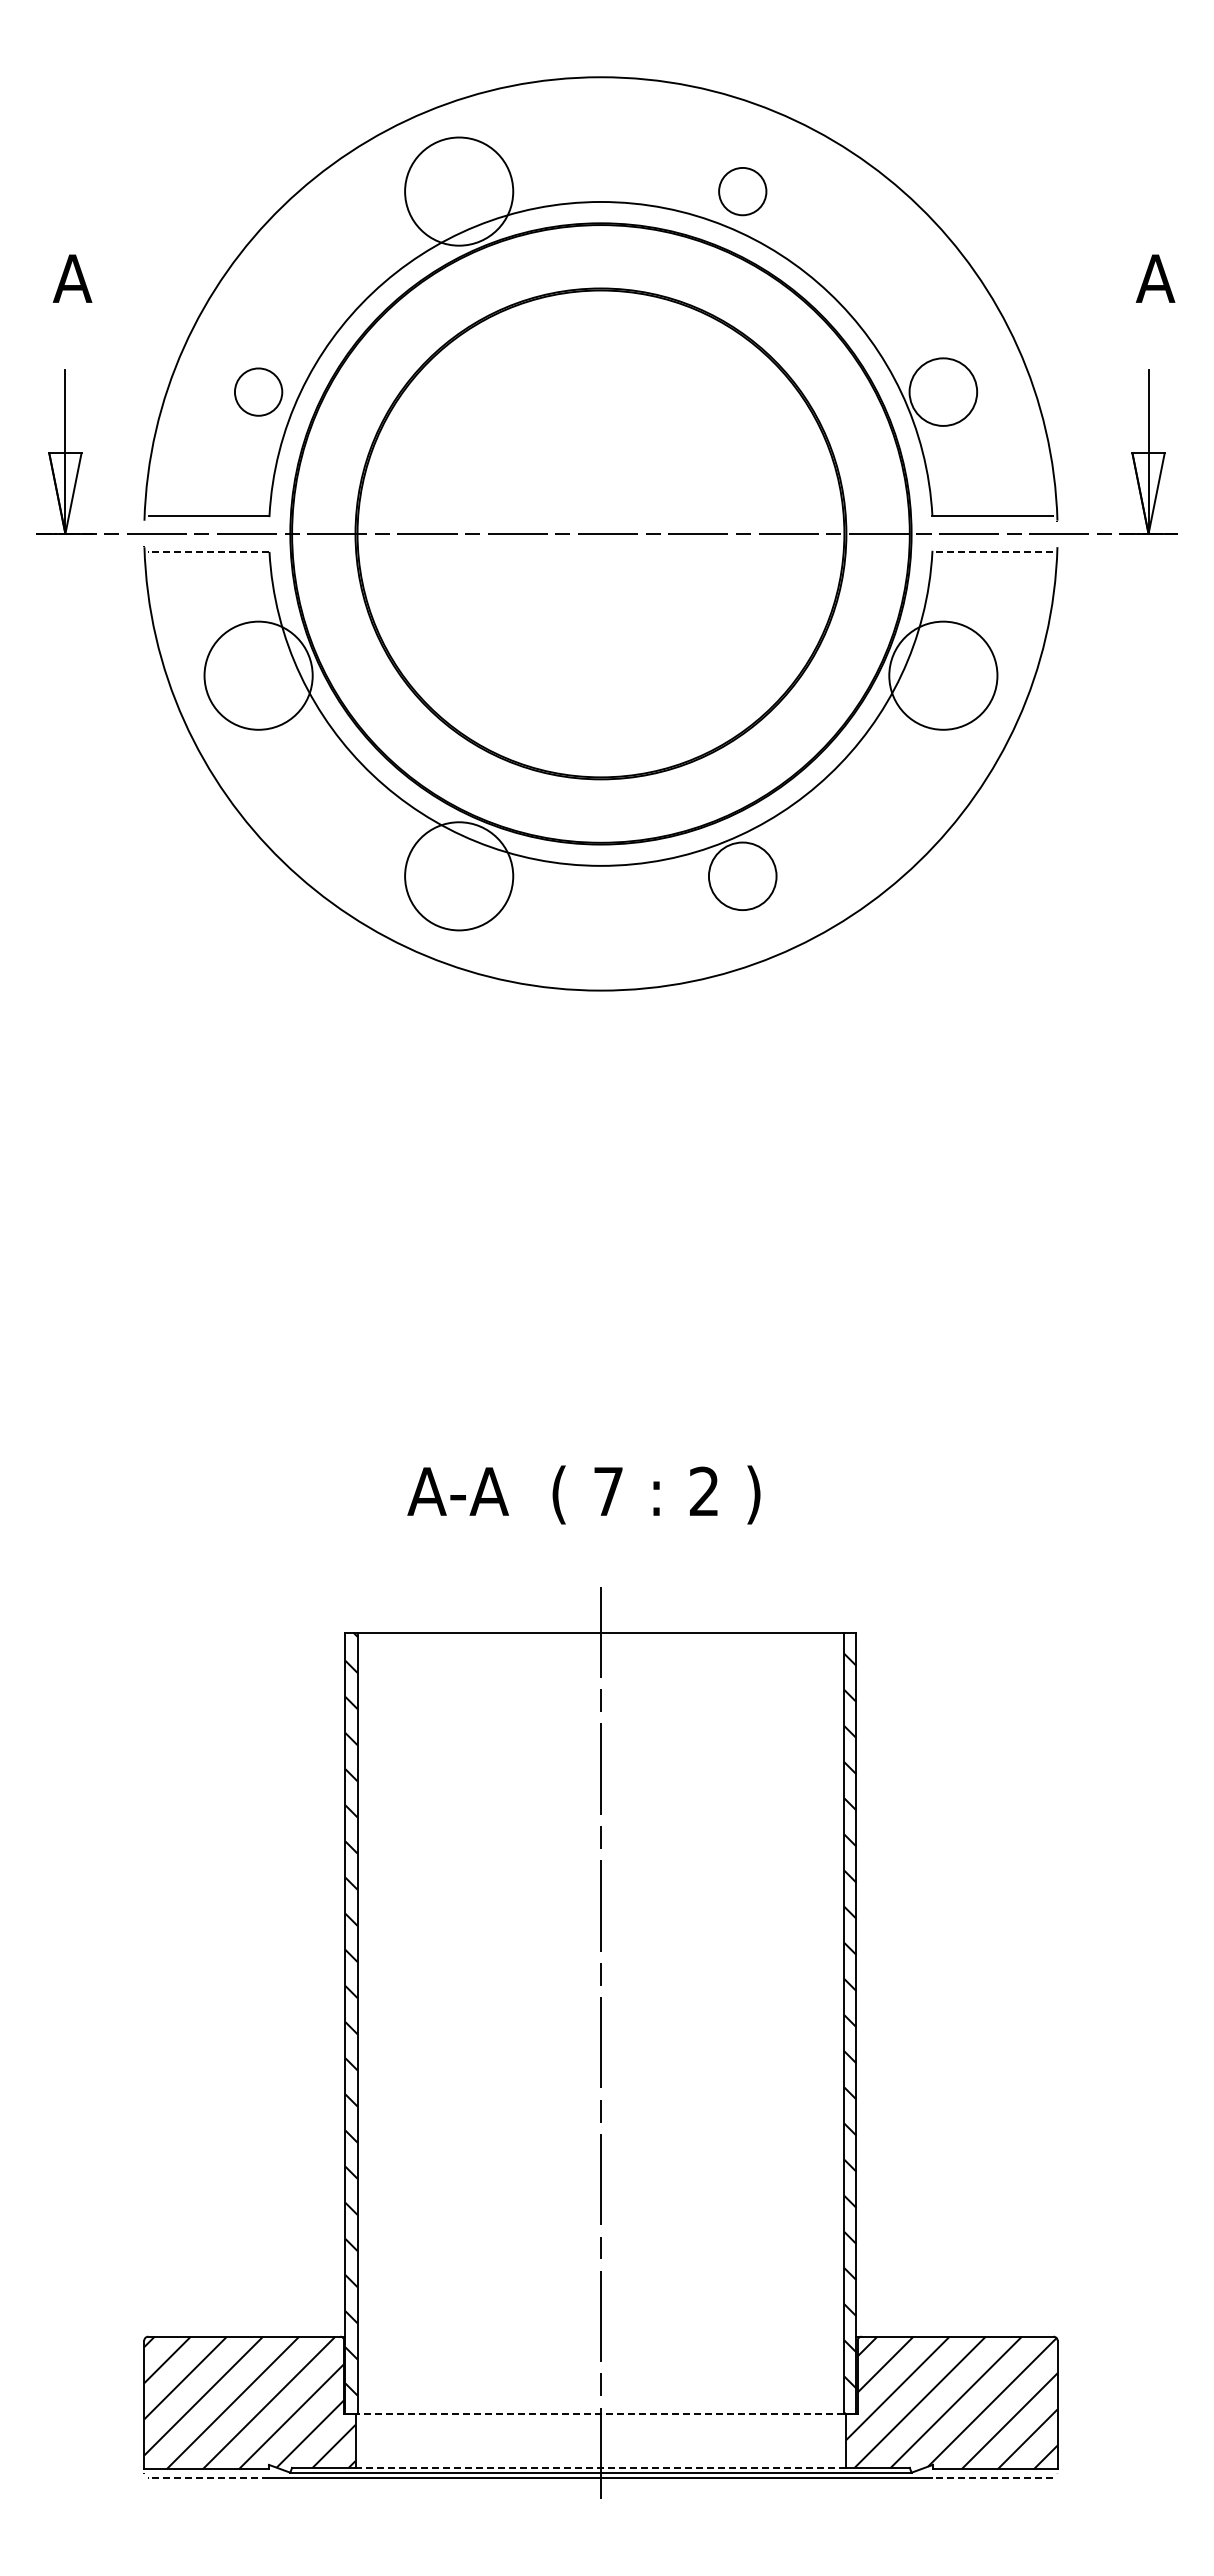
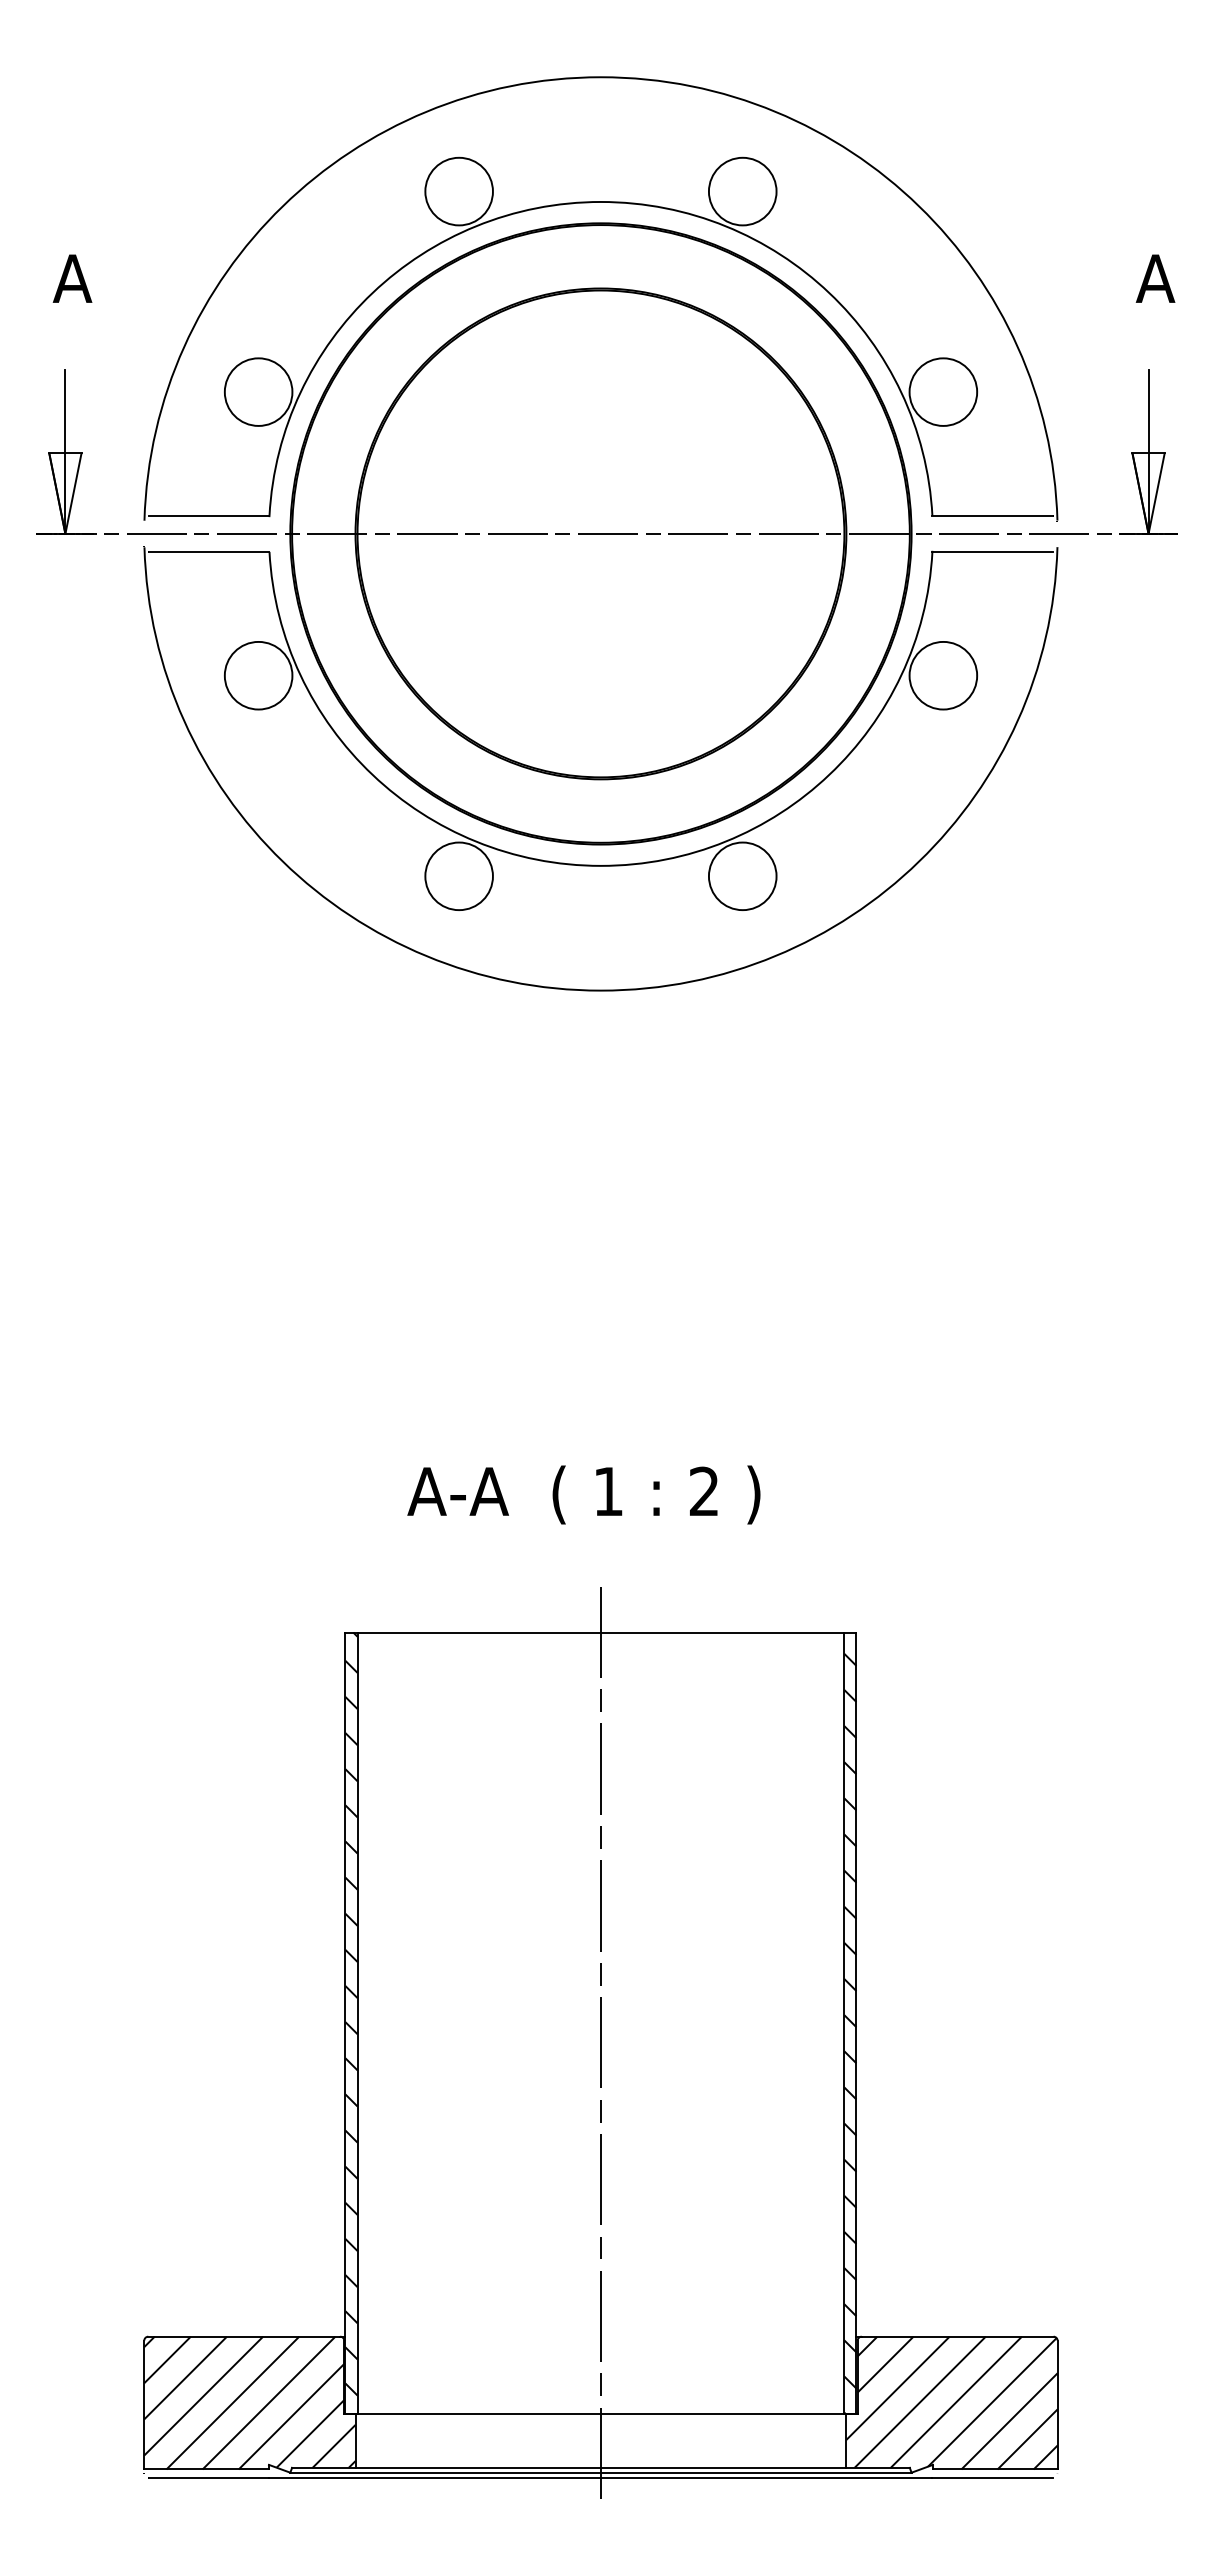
circle at (459, 191) diameter: 108 px -> 68 px
circle at (742, 191) diameter: 47 px -> 68 px
circle at (258, 391) diameter: 47 px -> 68 px
line at (208, 551): dashed -> solid
line at (992, 551): dashed -> solid
circle at (258, 675) diameter: 108 px -> 68 px
circle at (943, 675) diameter: 108 px -> 68 px
circle at (459, 876) diameter: 108 px -> 68 px
text at (608, 1491): 7 -> 1
line at (600, 2413): dashed -> solid
line at (600, 2467): dashed -> solid
line at (208, 2477): dashed -> solid
line at (992, 2477): dashed -> solid
